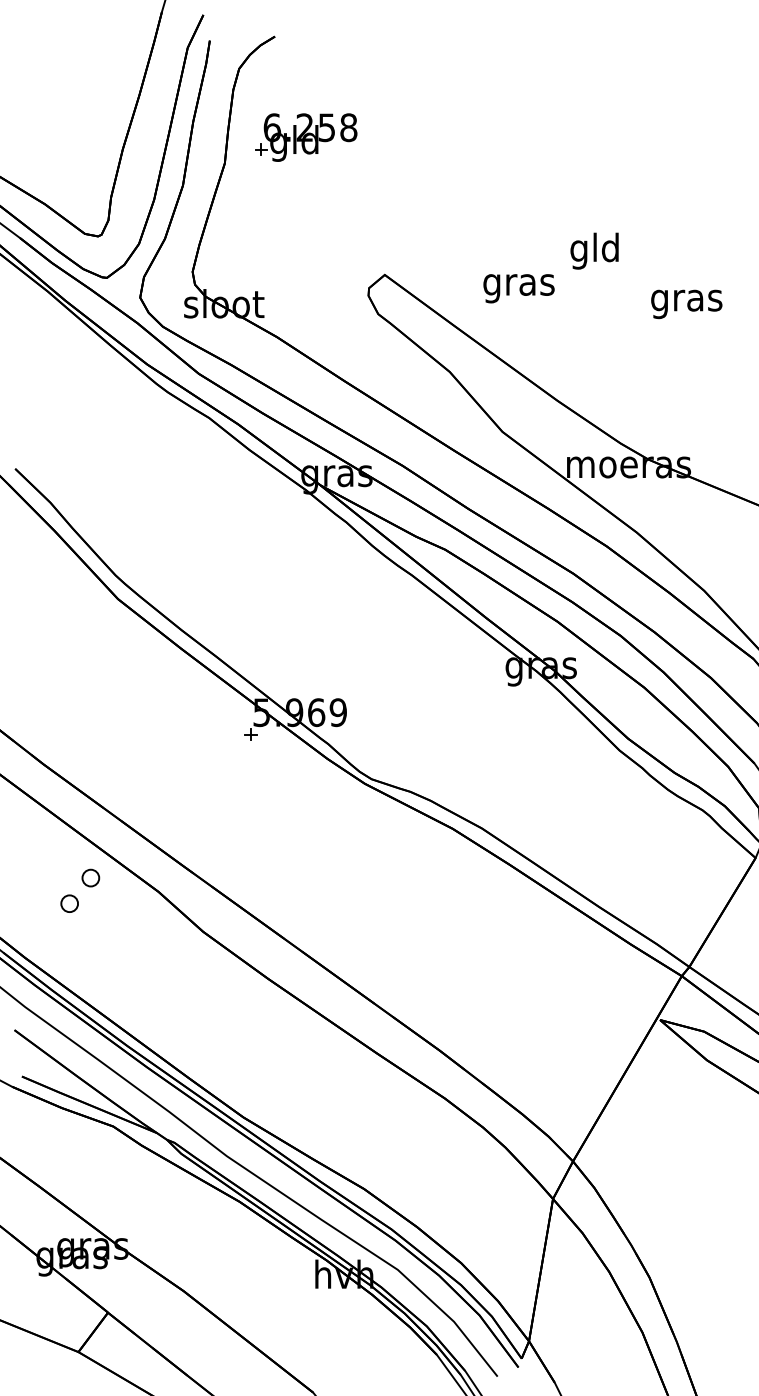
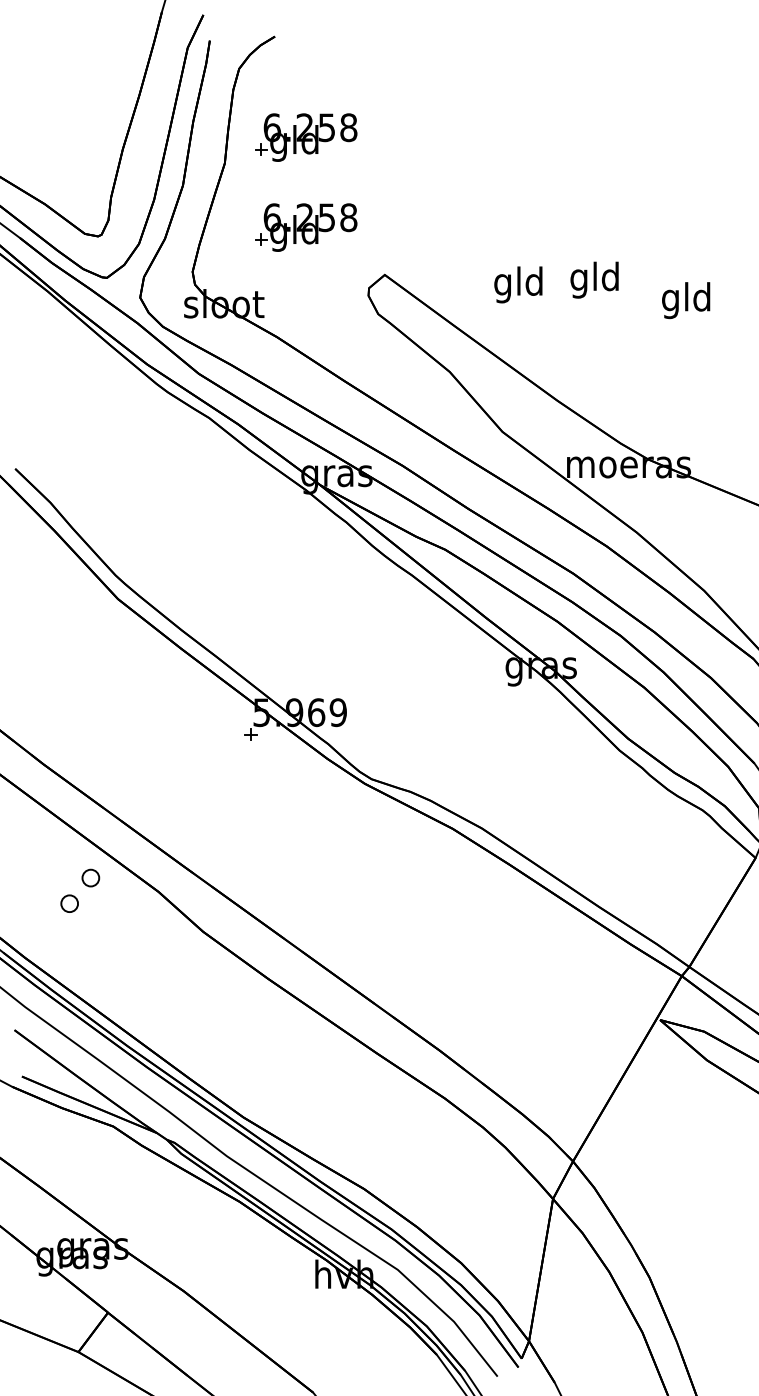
part at (306, 227): none -> present
text at (594, 250) position: (594, 250) -> (594, 279)
text at (518, 284): gras -> gld
text at (686, 300): gras -> gld
